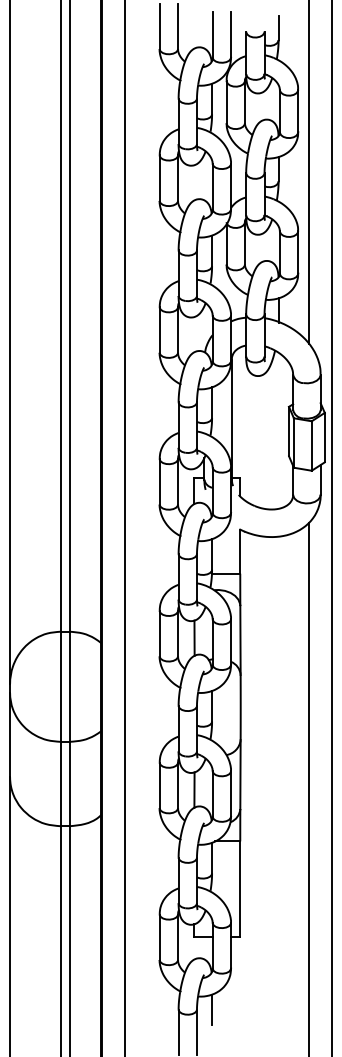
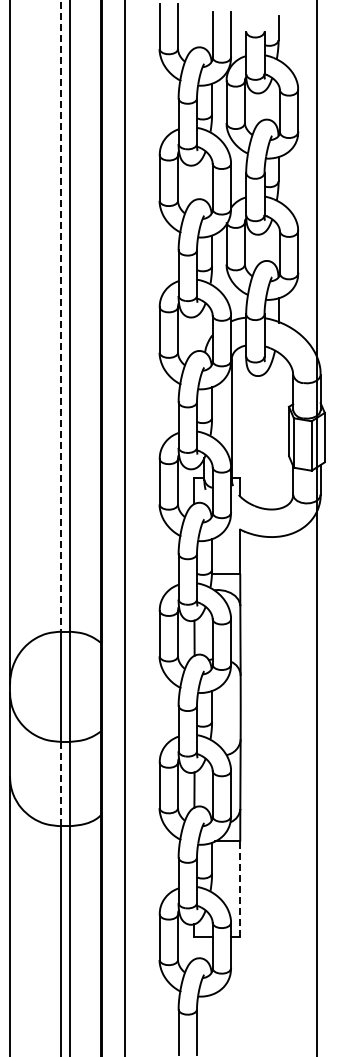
line at (309, 172): present -> none
line at (60, 316): solid -> dashed
line at (331, 527) position: (331, 527) -> (316, 527)
line at (60, 784): solid -> dashed
line at (309, 787): present -> none
line at (240, 889): solid -> dashed
line at (212, 1009): present -> none
